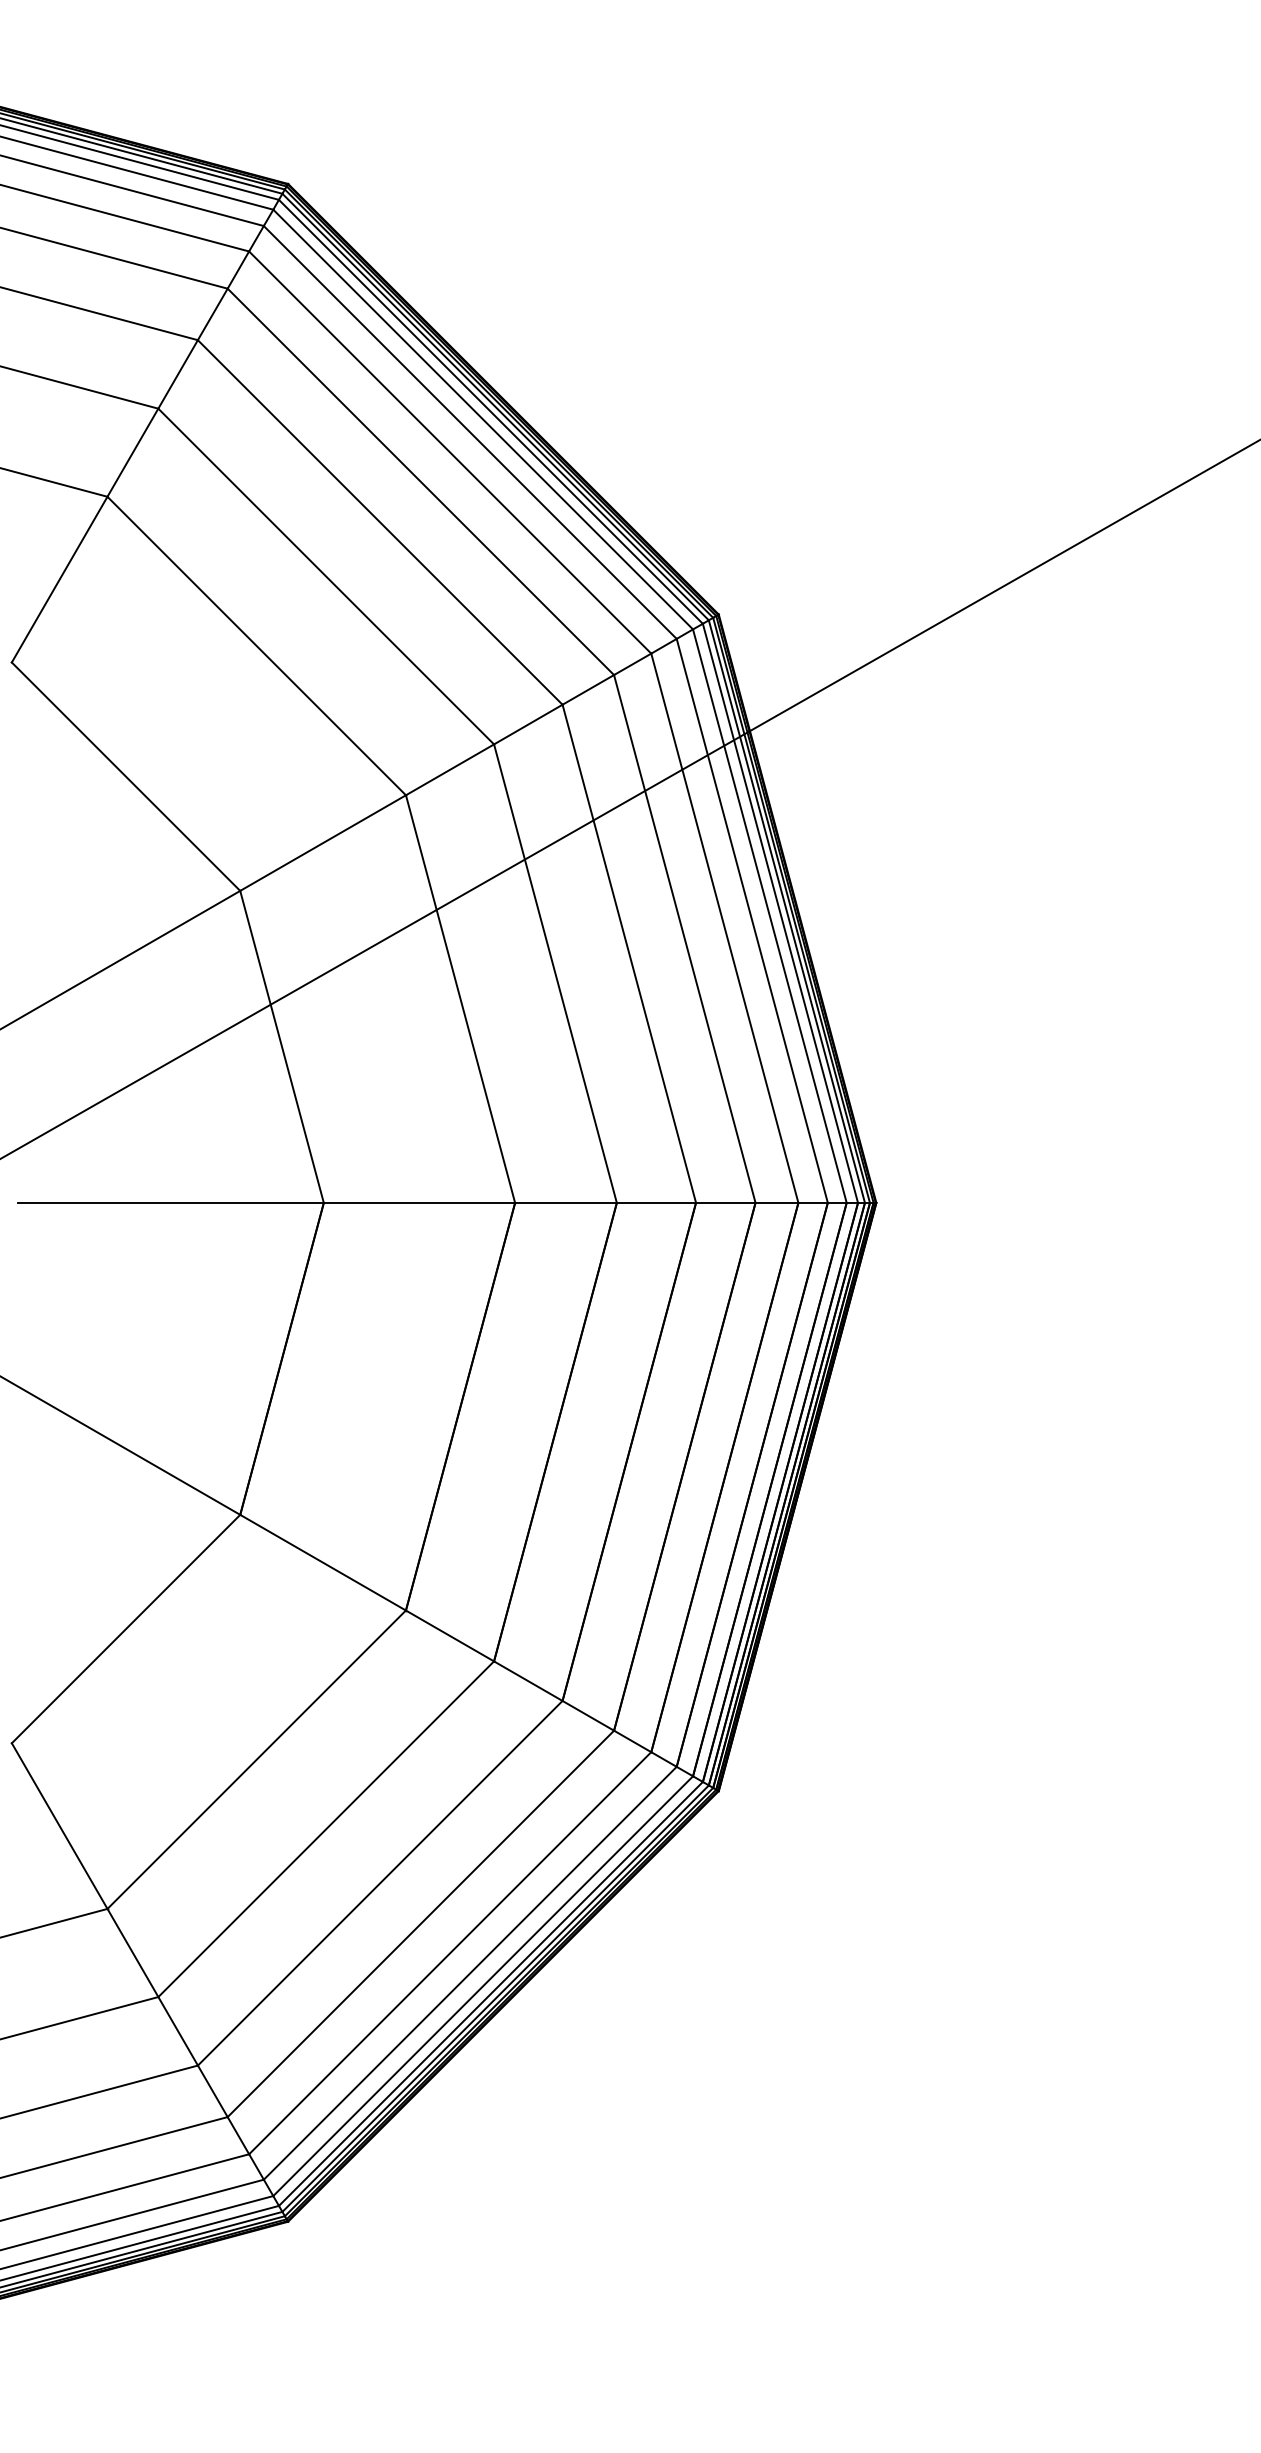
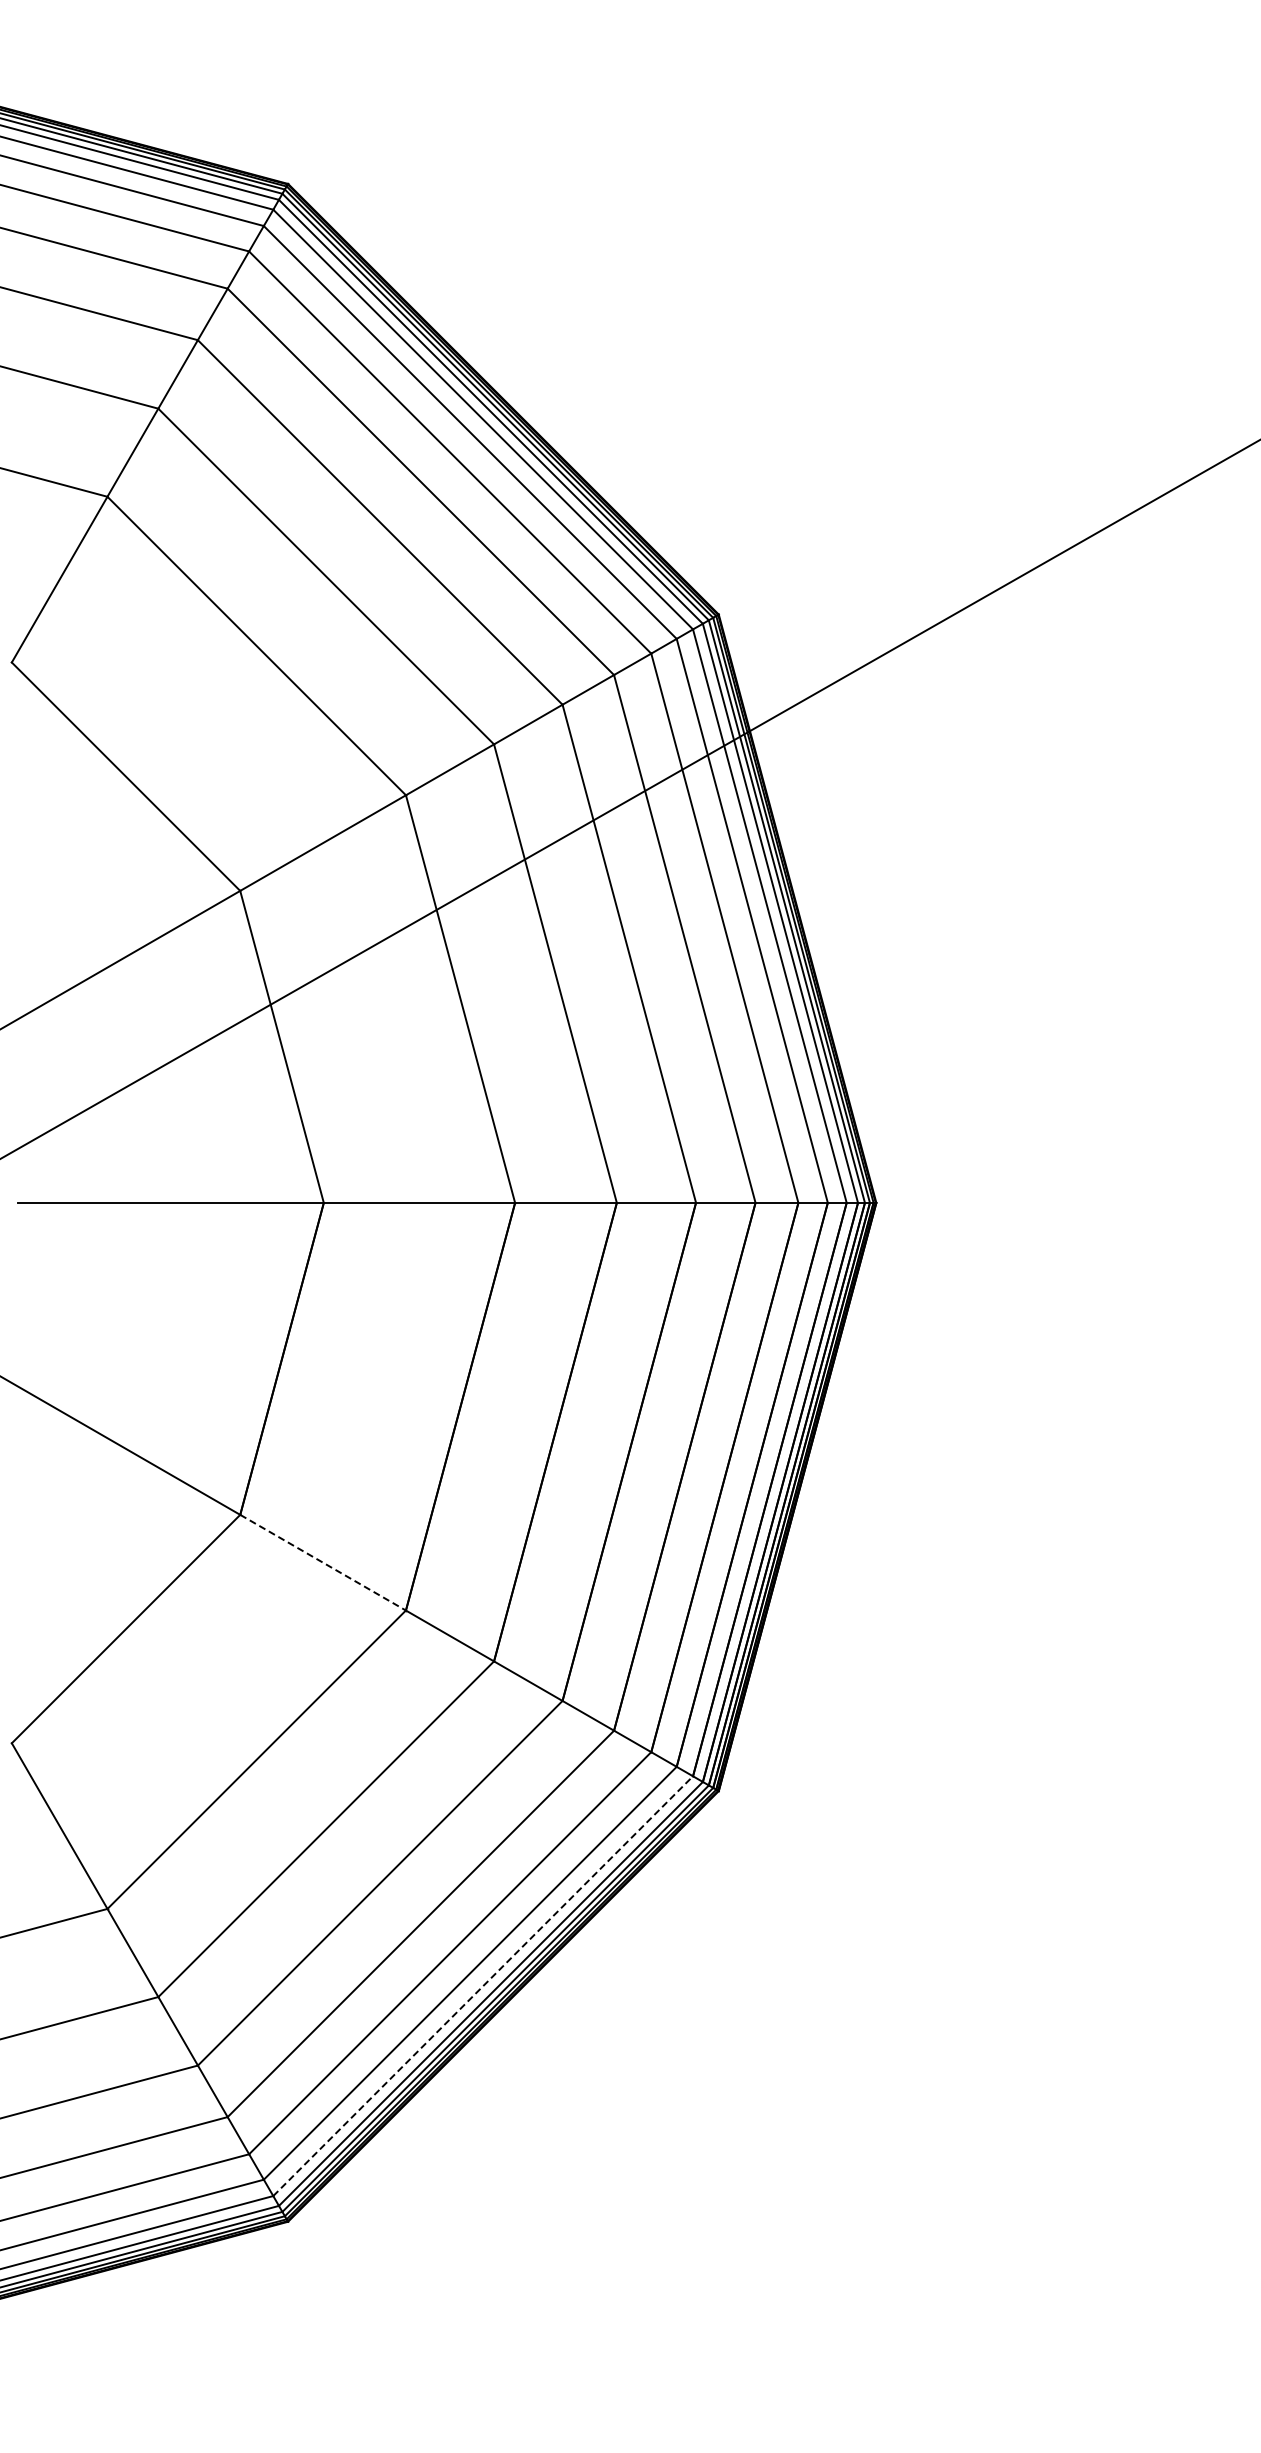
line at (323, 1562): solid -> dashed
line at (483, 1986): solid -> dashed
